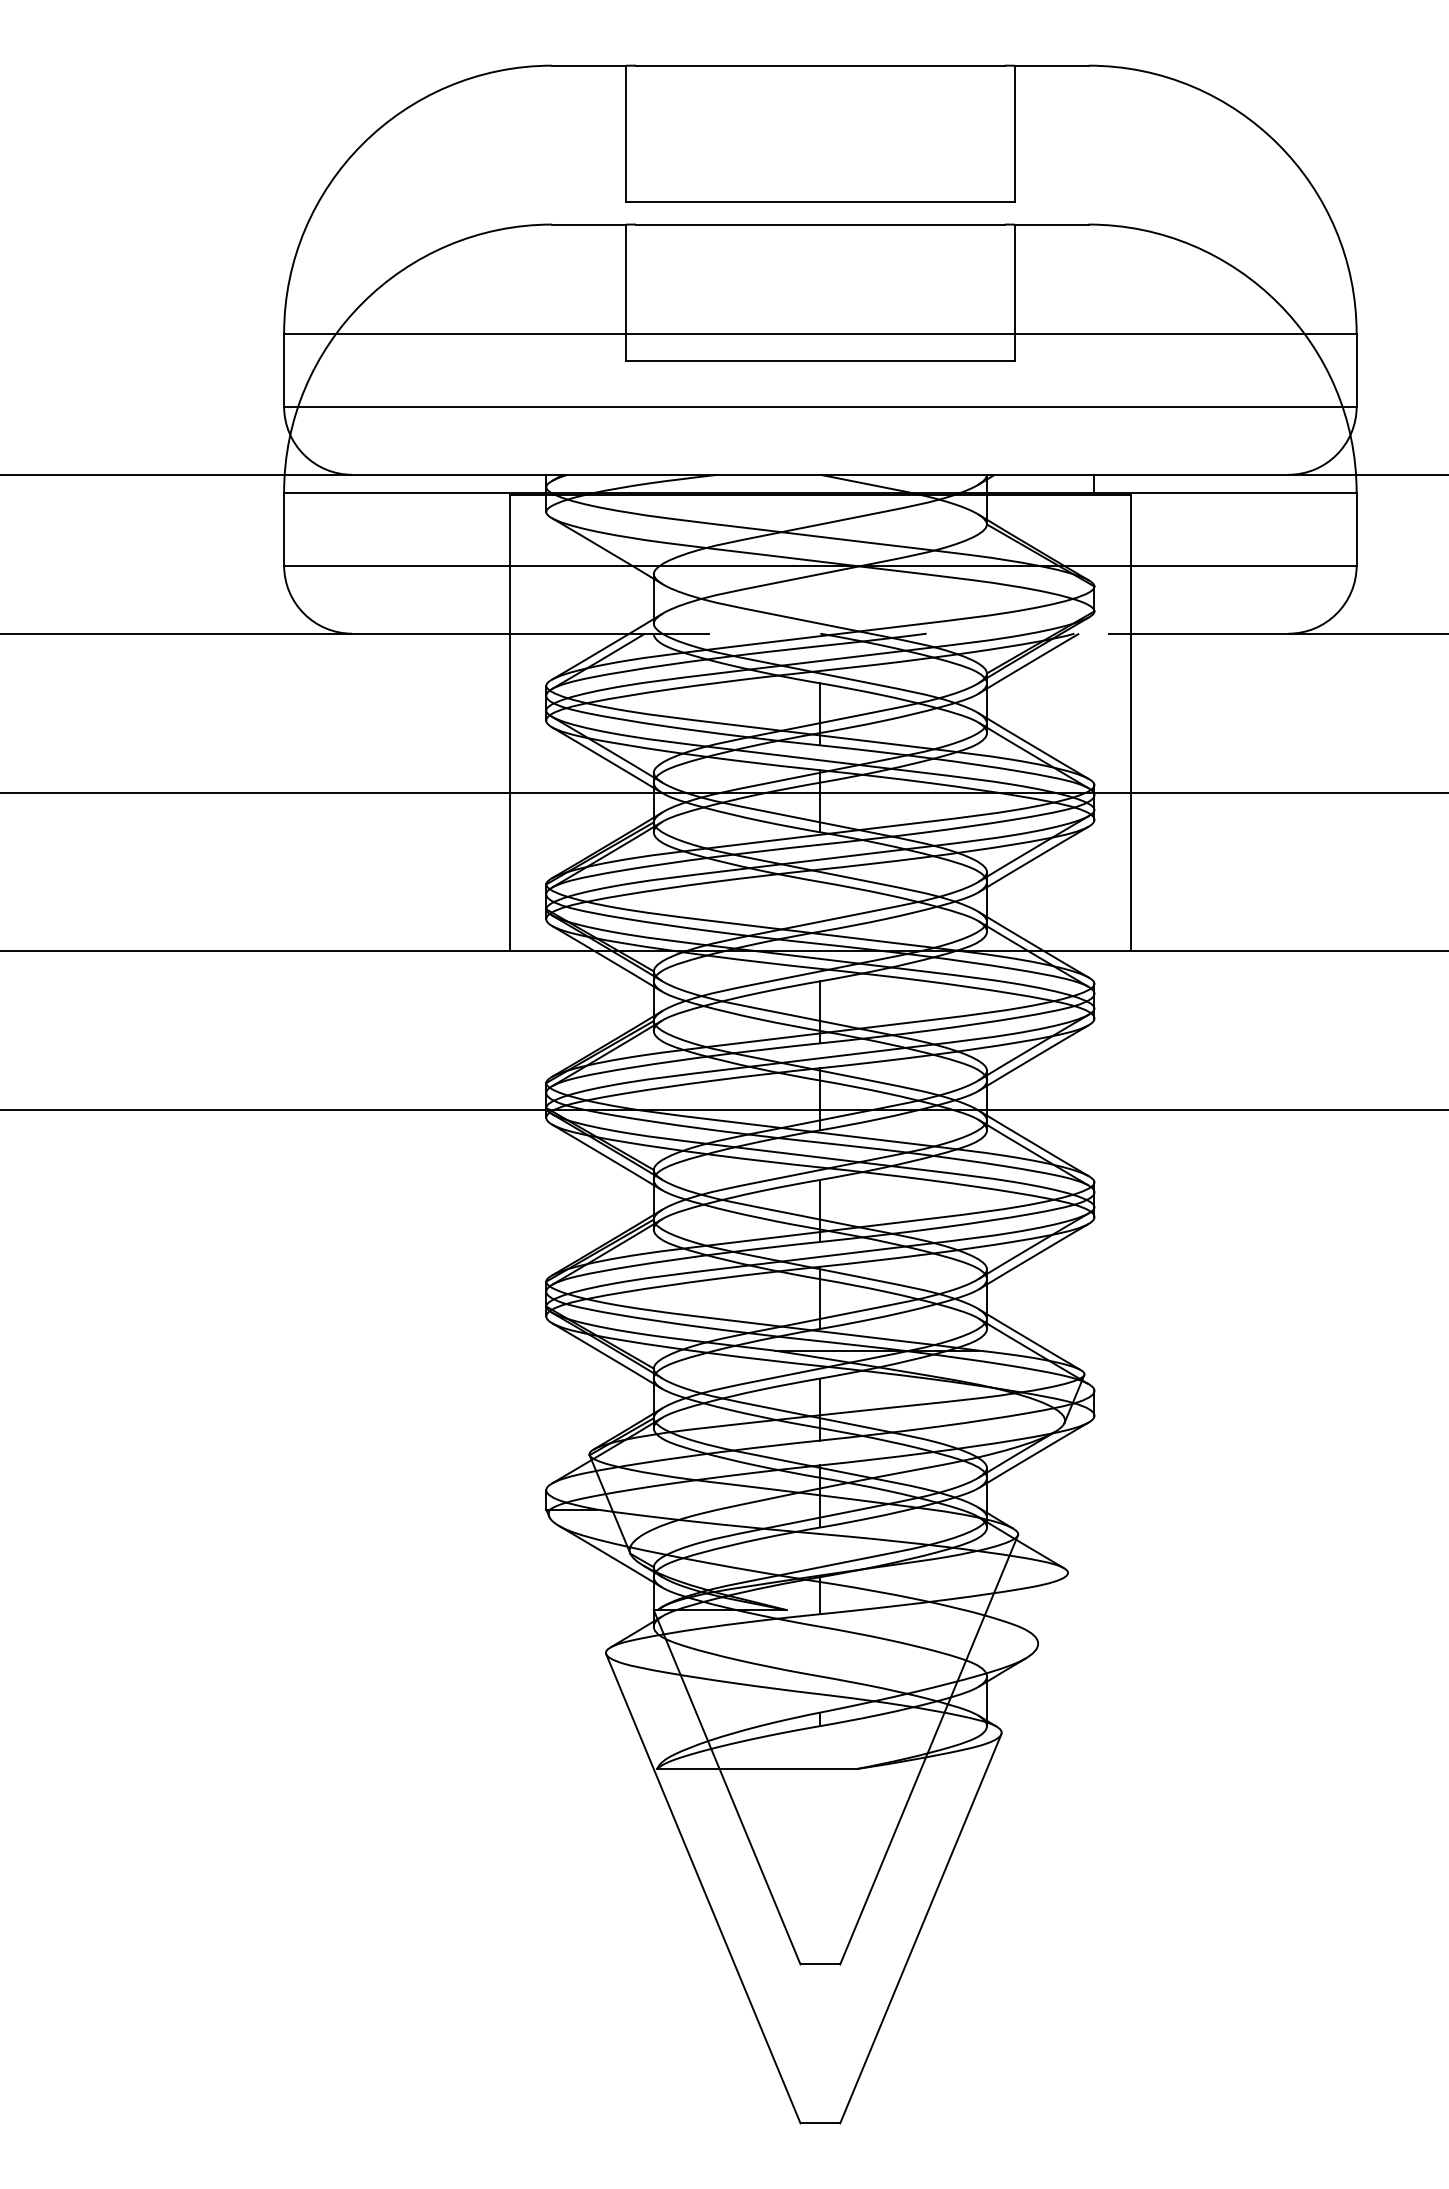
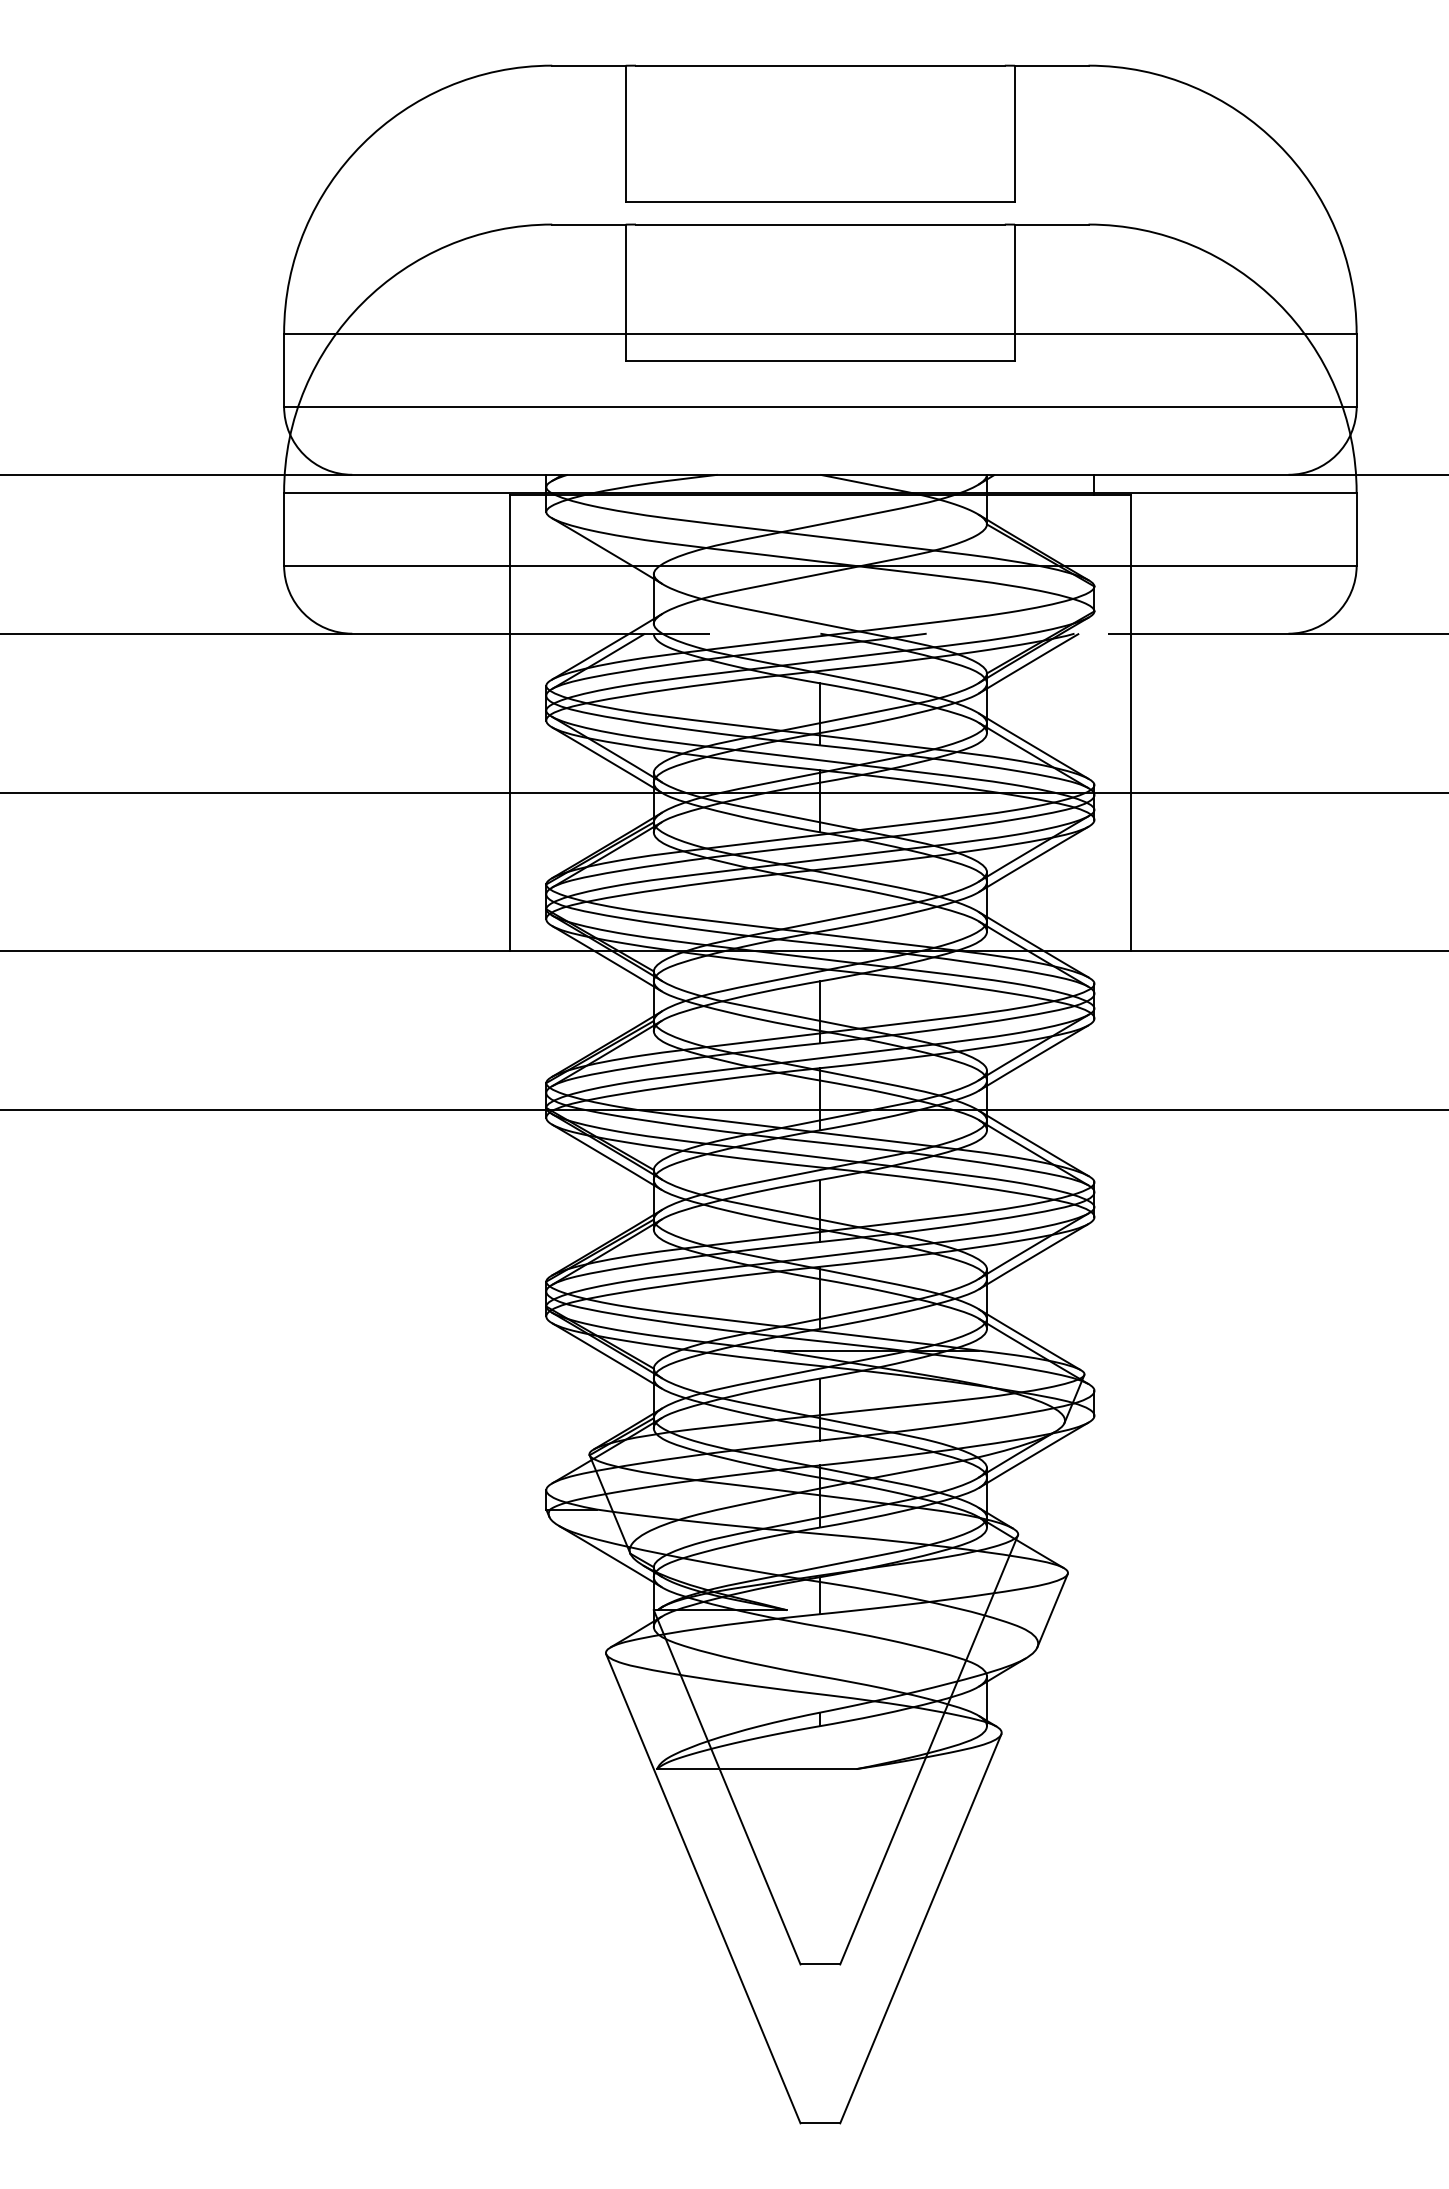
line at (1052, 1610): none -> present
